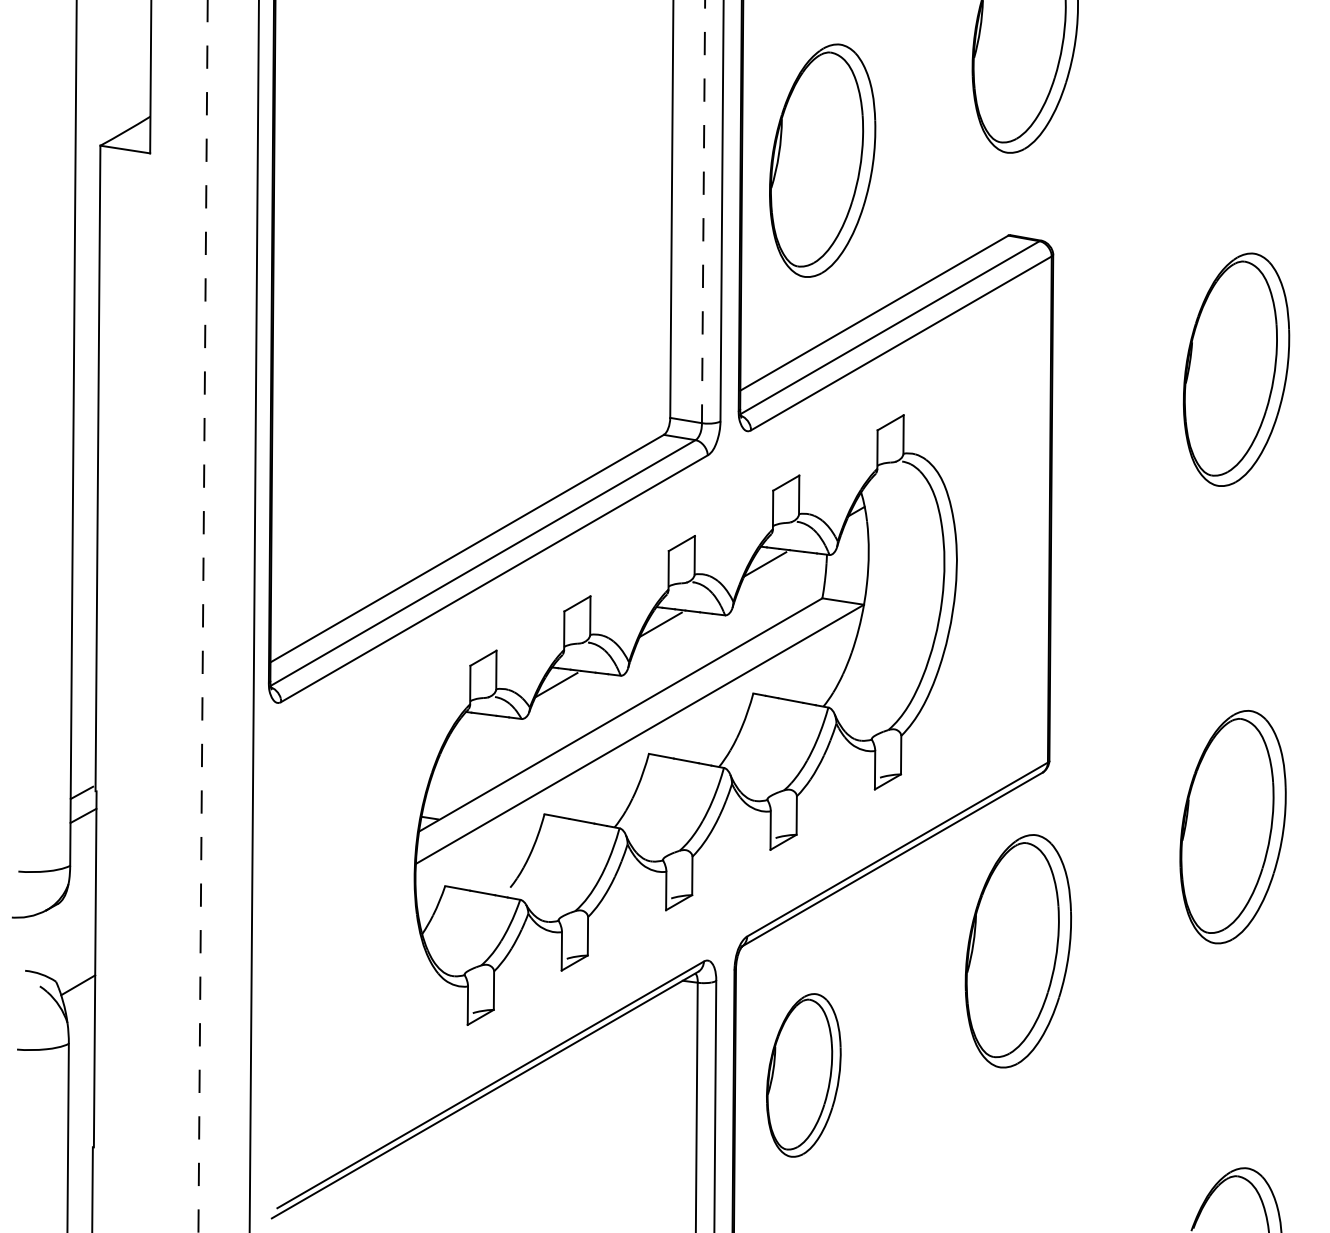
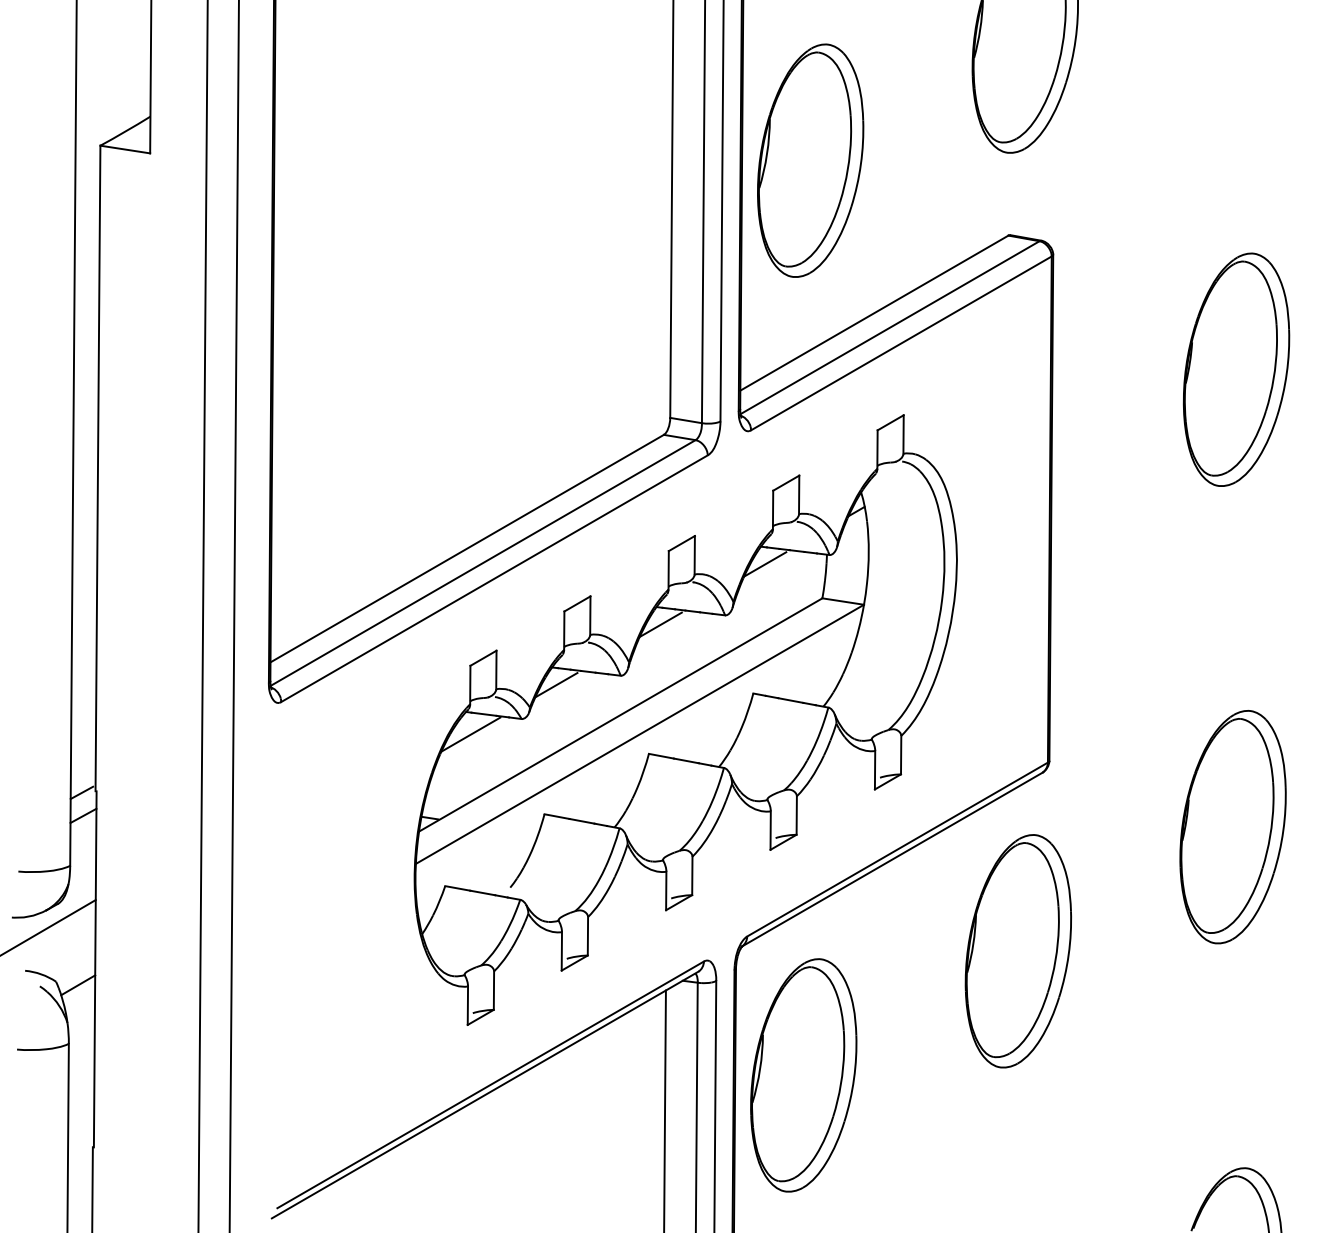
part at (822, 160) position: (822, 160) -> (810, 160)
line at (703, 212): dashed -> solid
line at (253, 615) position: (253, 615) -> (233, 615)
line at (203, 616): dashed -> solid
line at (470, 734): none -> present
line at (48, 927): none -> present
part at (803, 1075) size: 76x165 px -> 108x235 px
line at (664, 1109): none -> present
